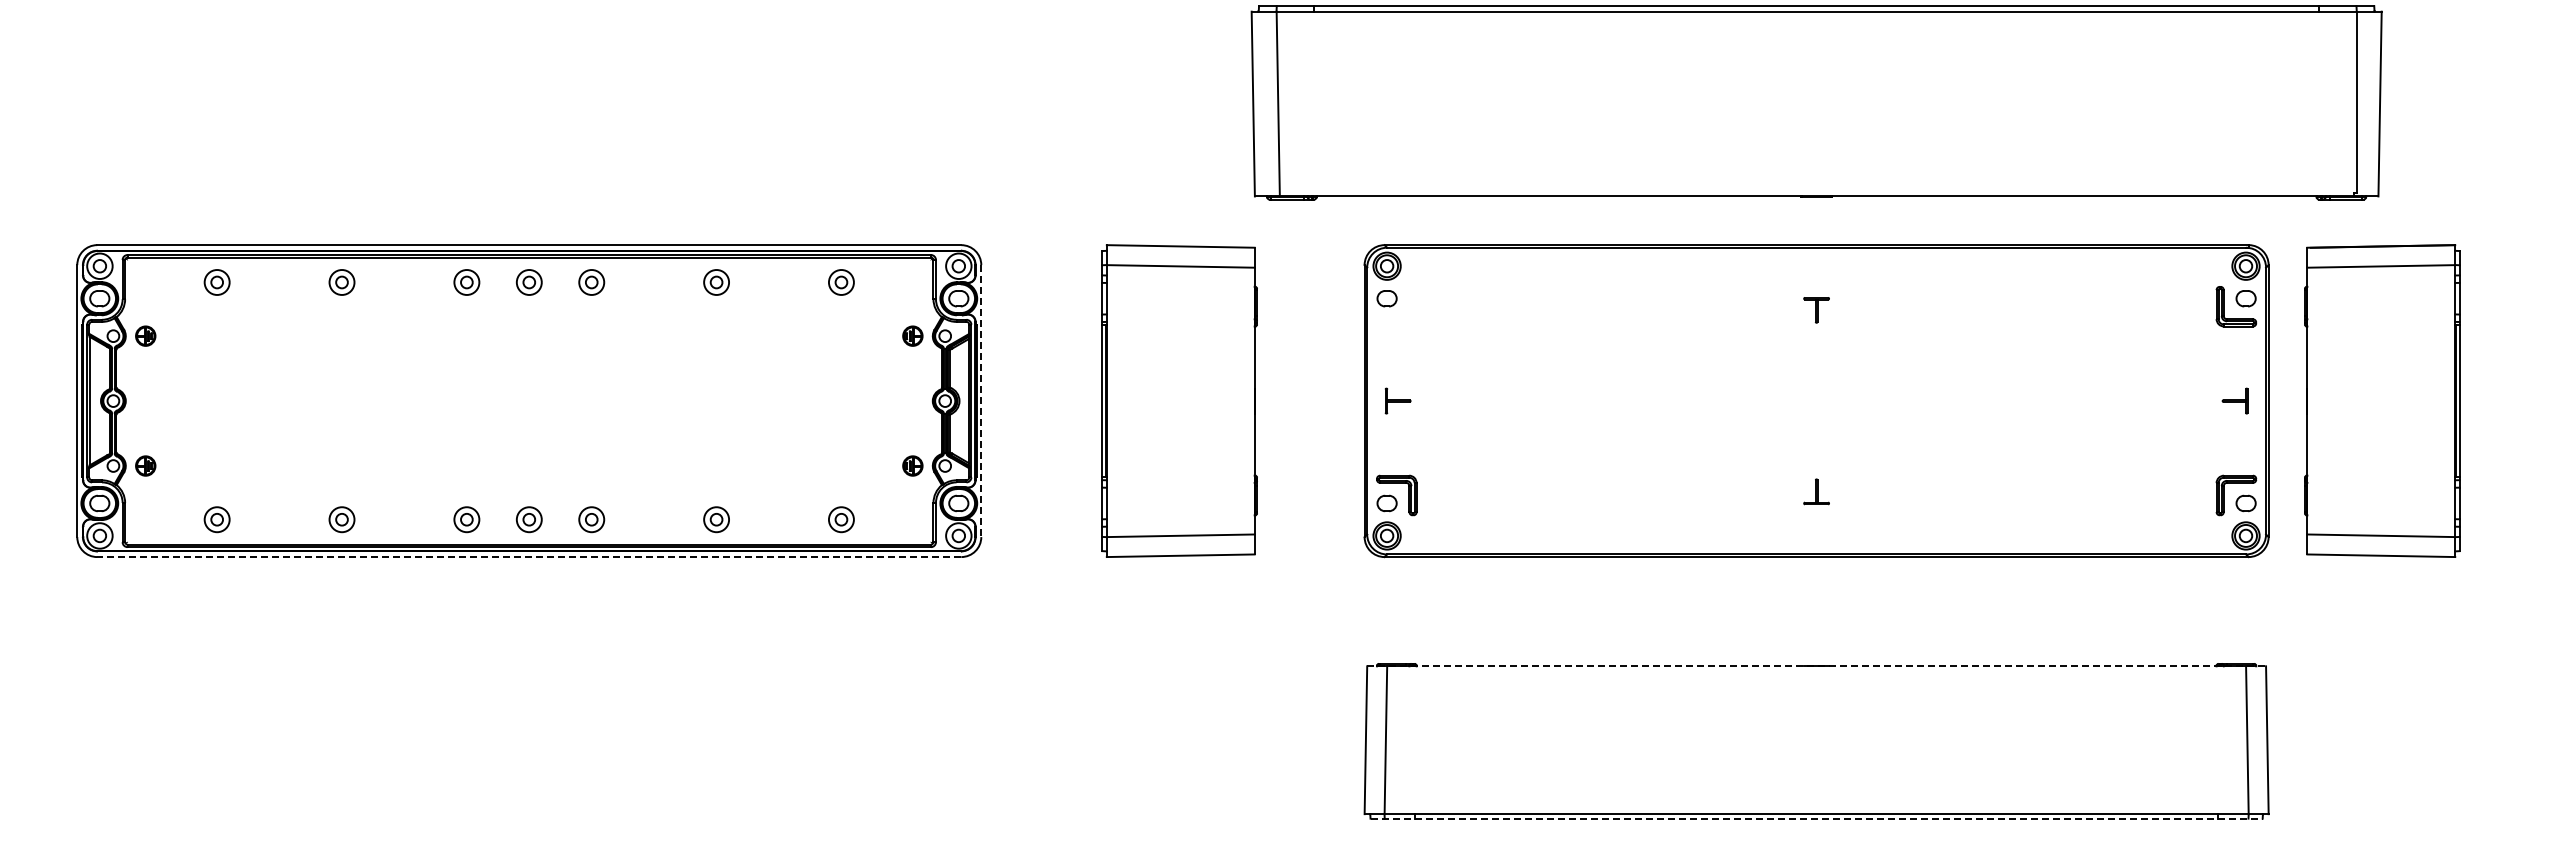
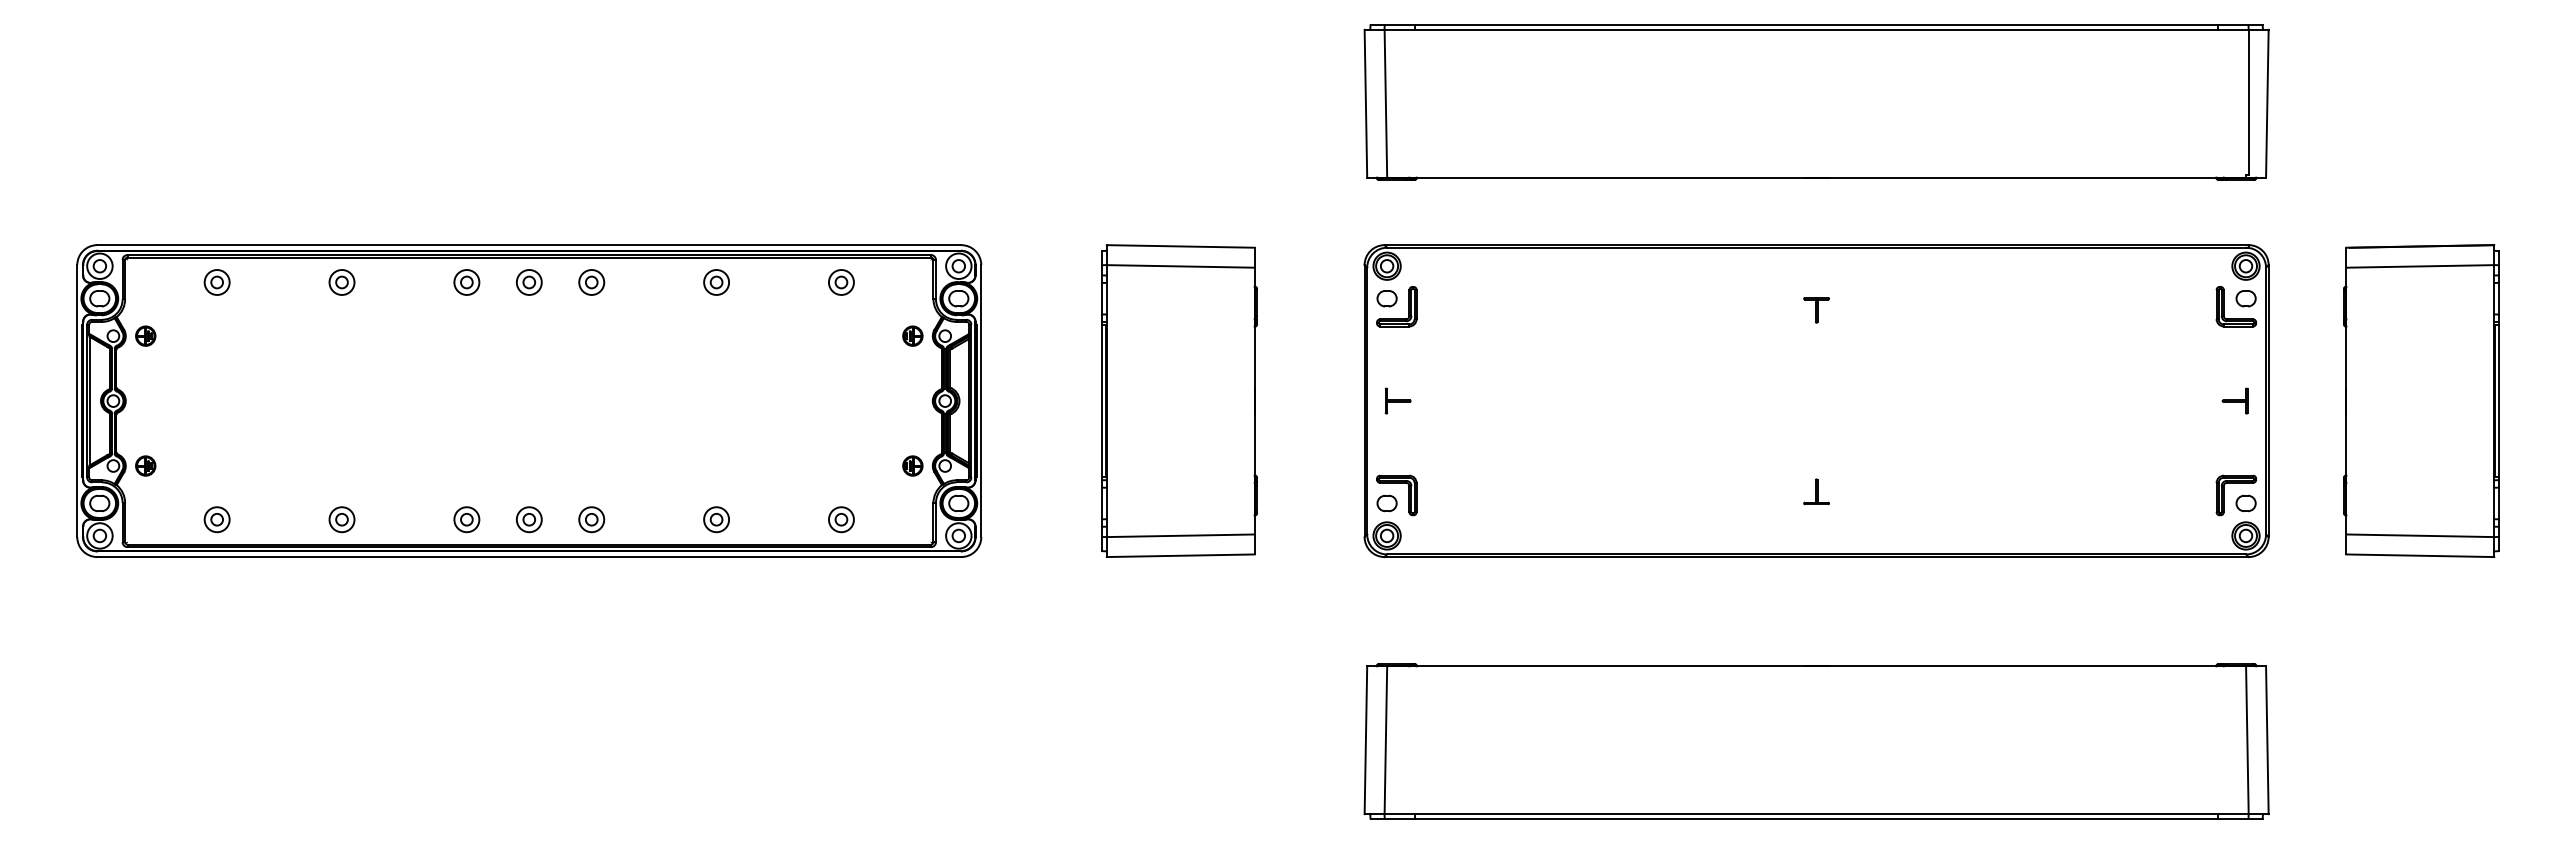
part at (1816, 102) size: 1133x196 px -> 907x157 px
part at (1408, 306): none -> present
part at (2382, 400) position: (2382, 400) -> (2421, 400)
line at (981, 401): dashed -> solid
line at (528, 557): dashed -> solid
line at (1817, 666): dashed -> solid
line at (1817, 818): dashed -> solid
